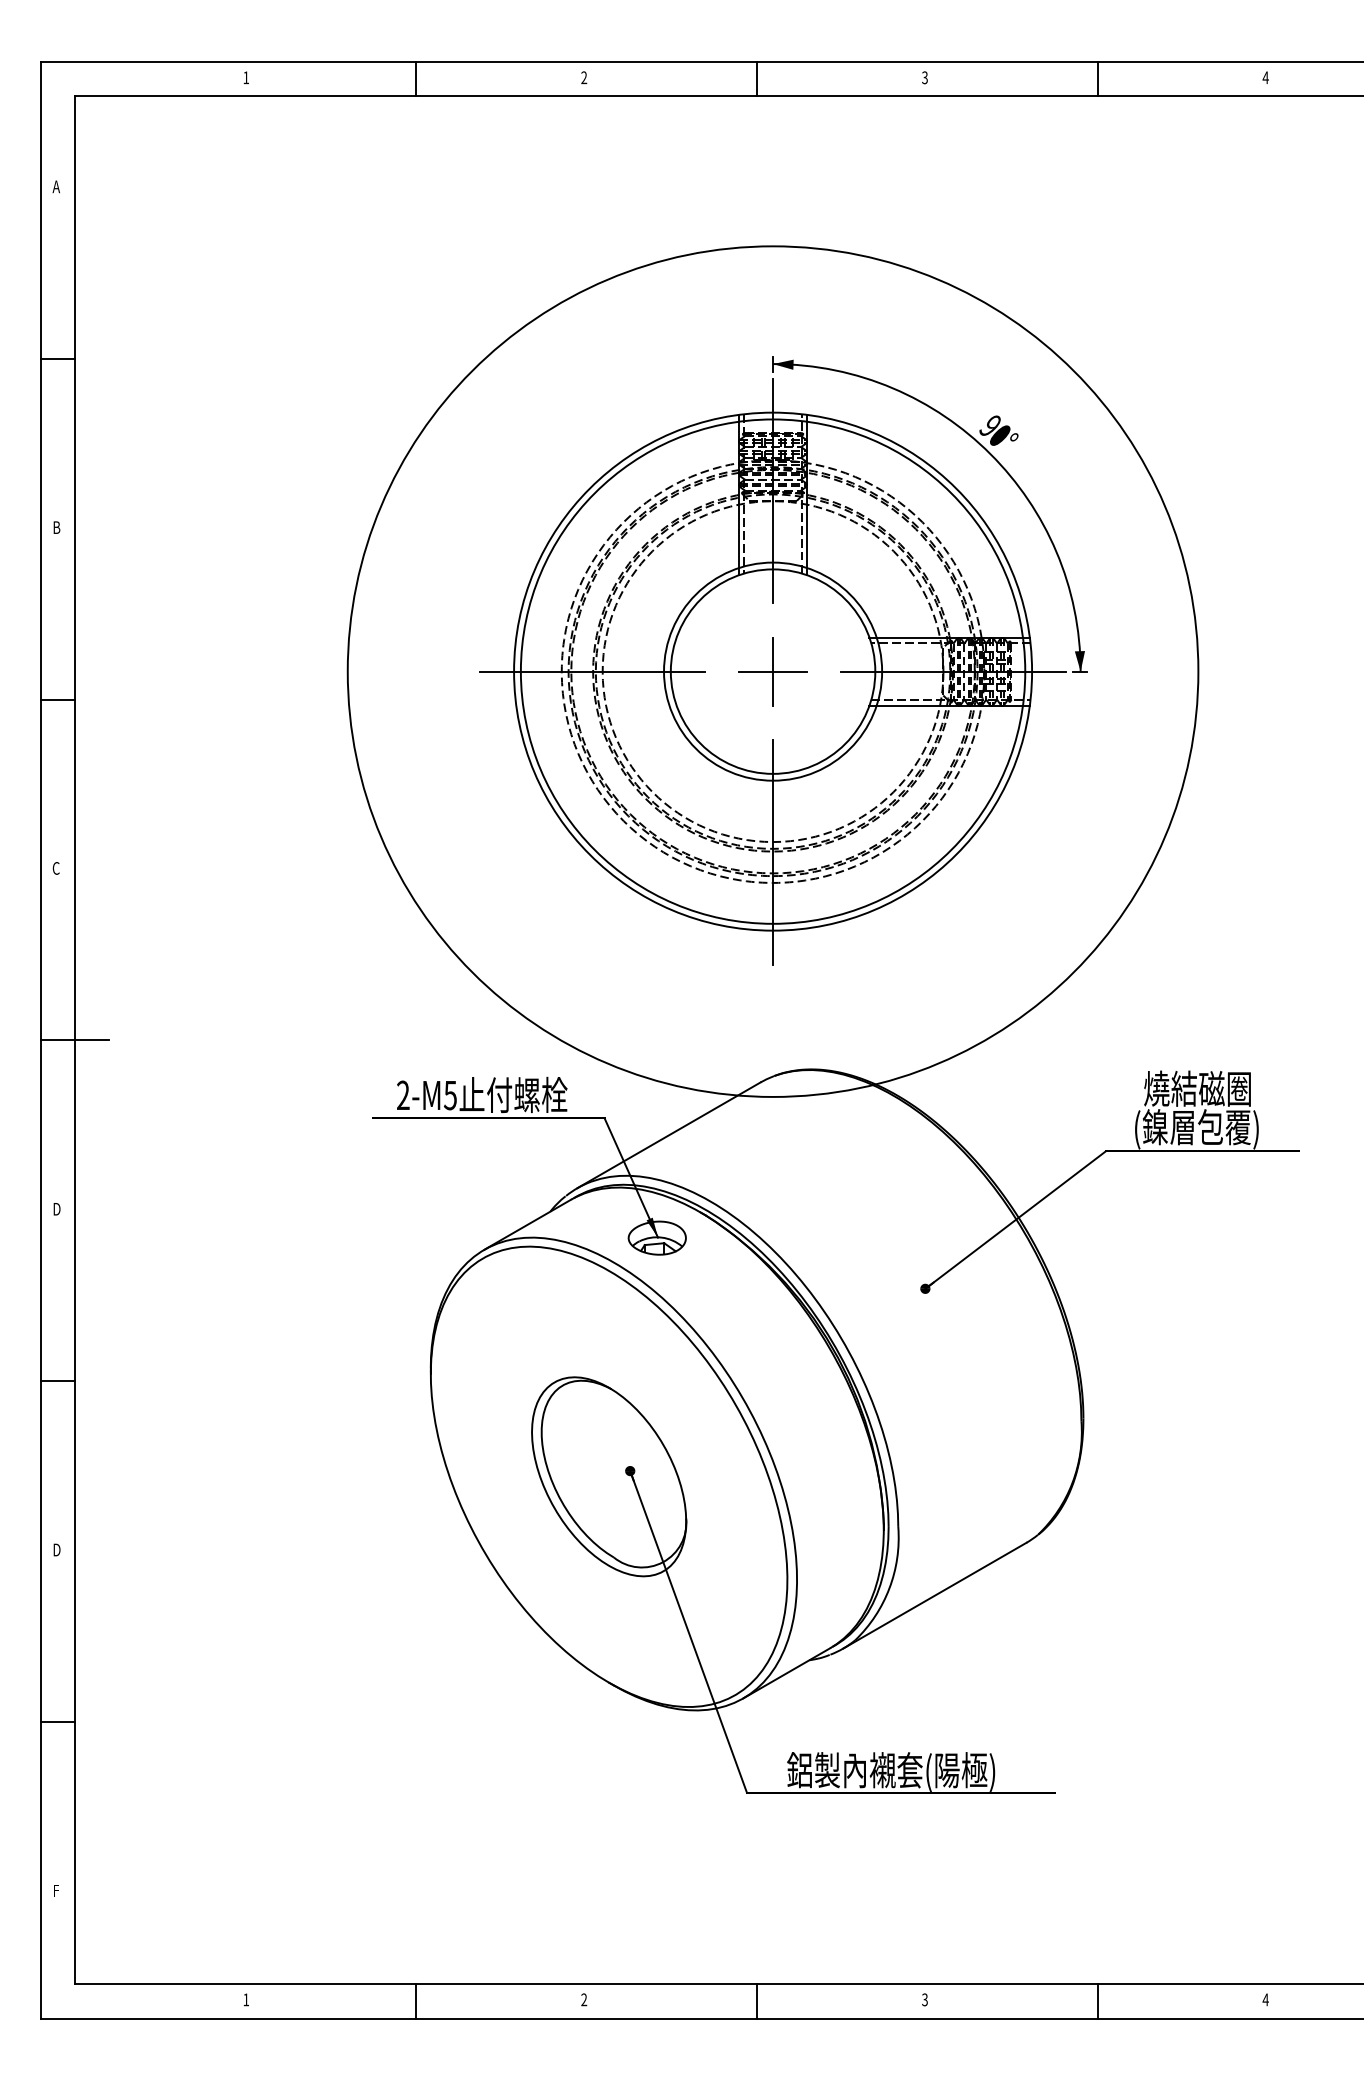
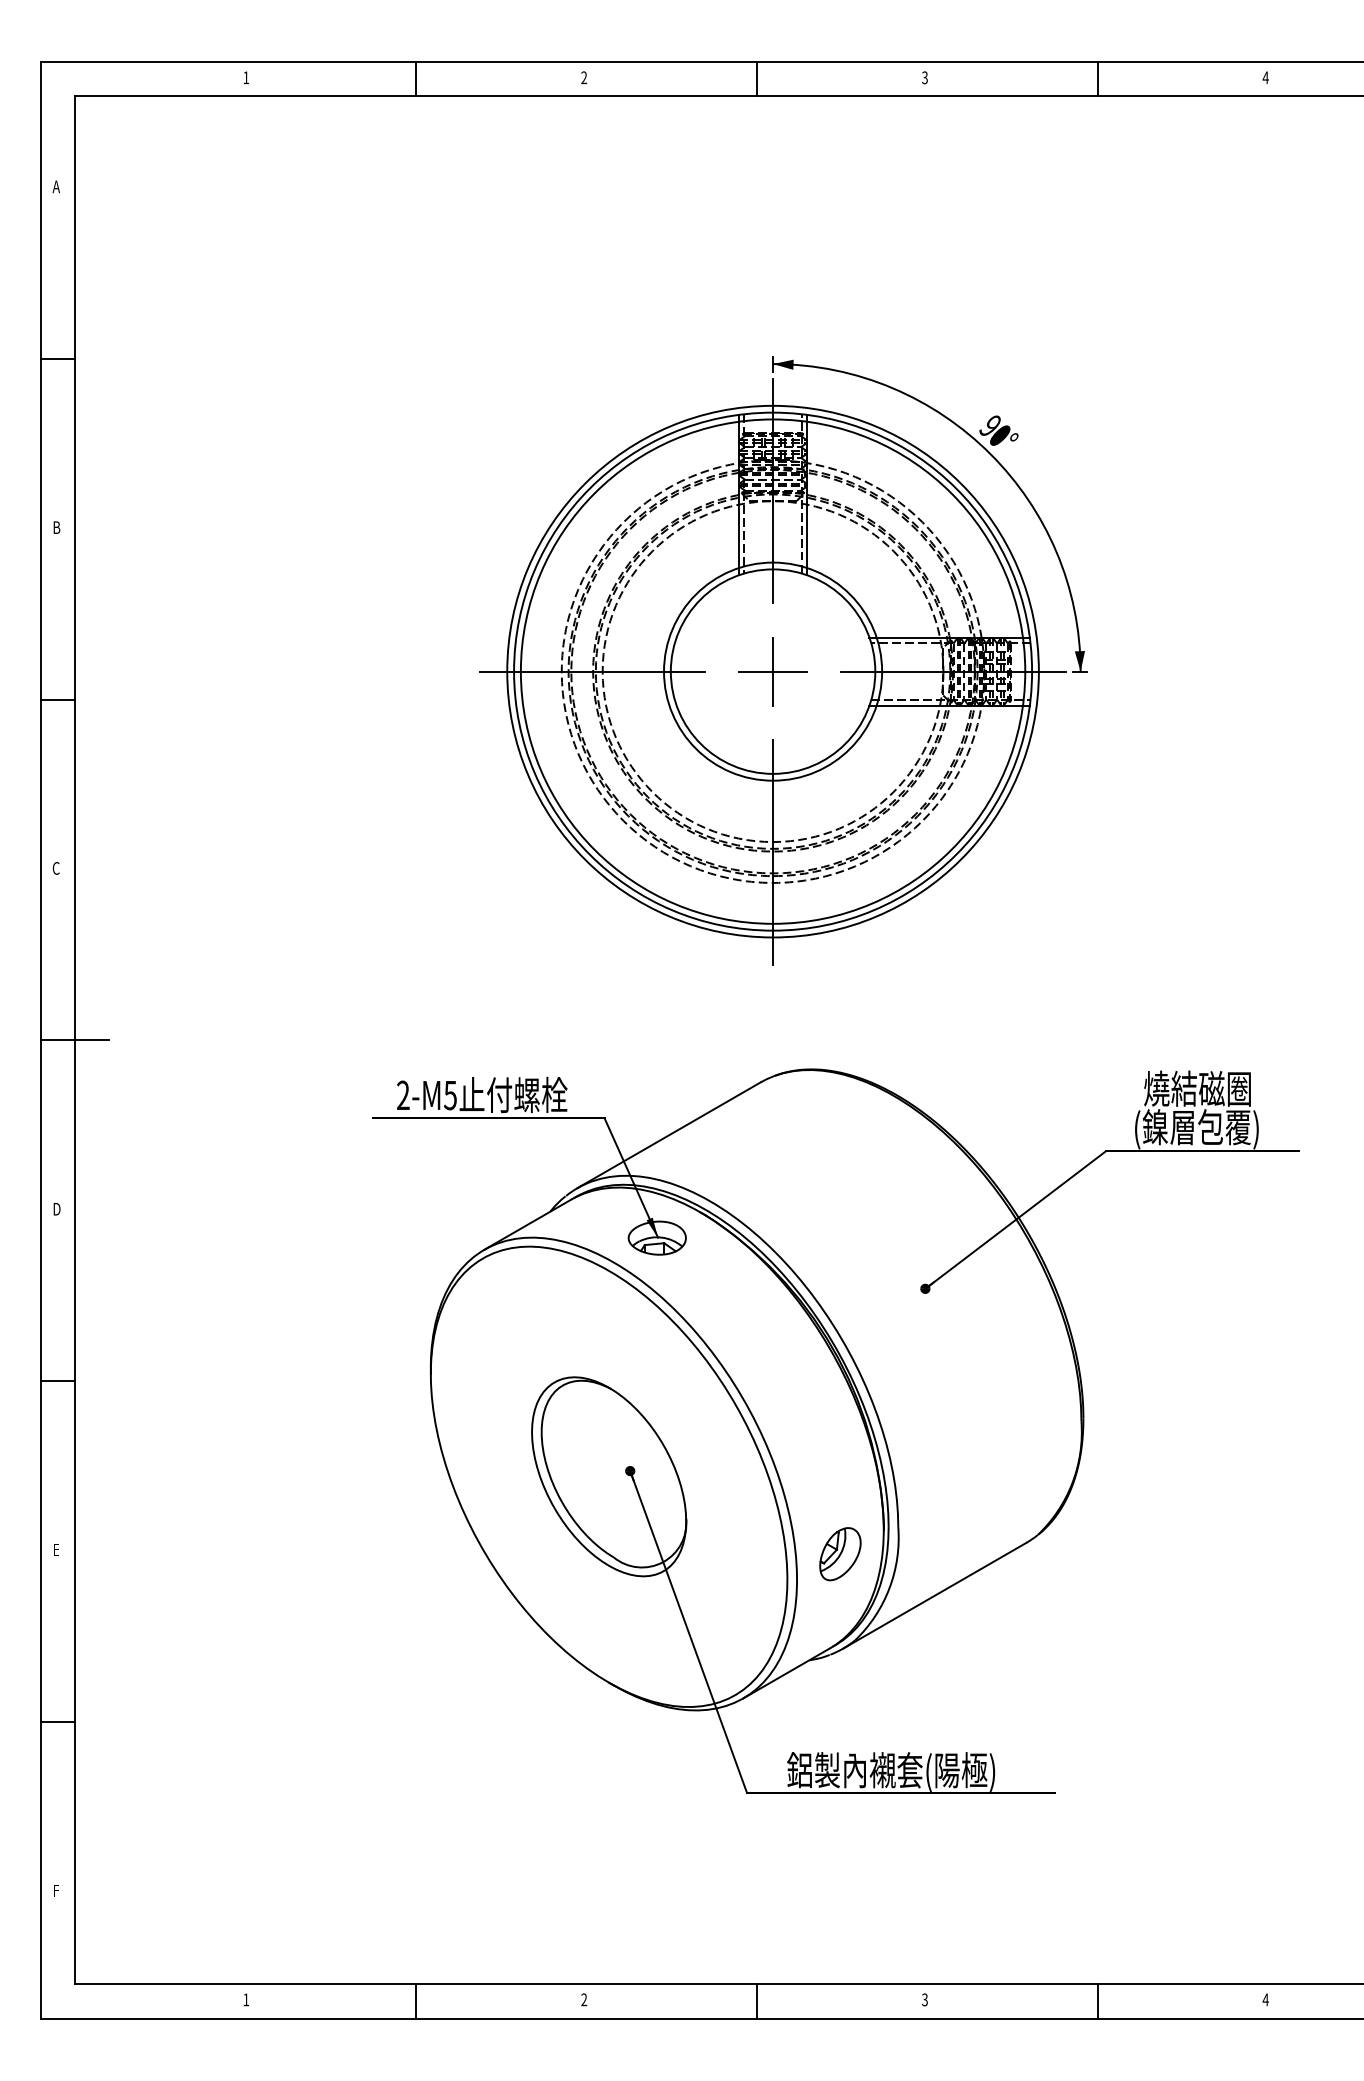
circle at (772, 671) diameter: 851 px -> 532 px
text at (56, 1549): D -> E
part at (840, 1554): none -> present
